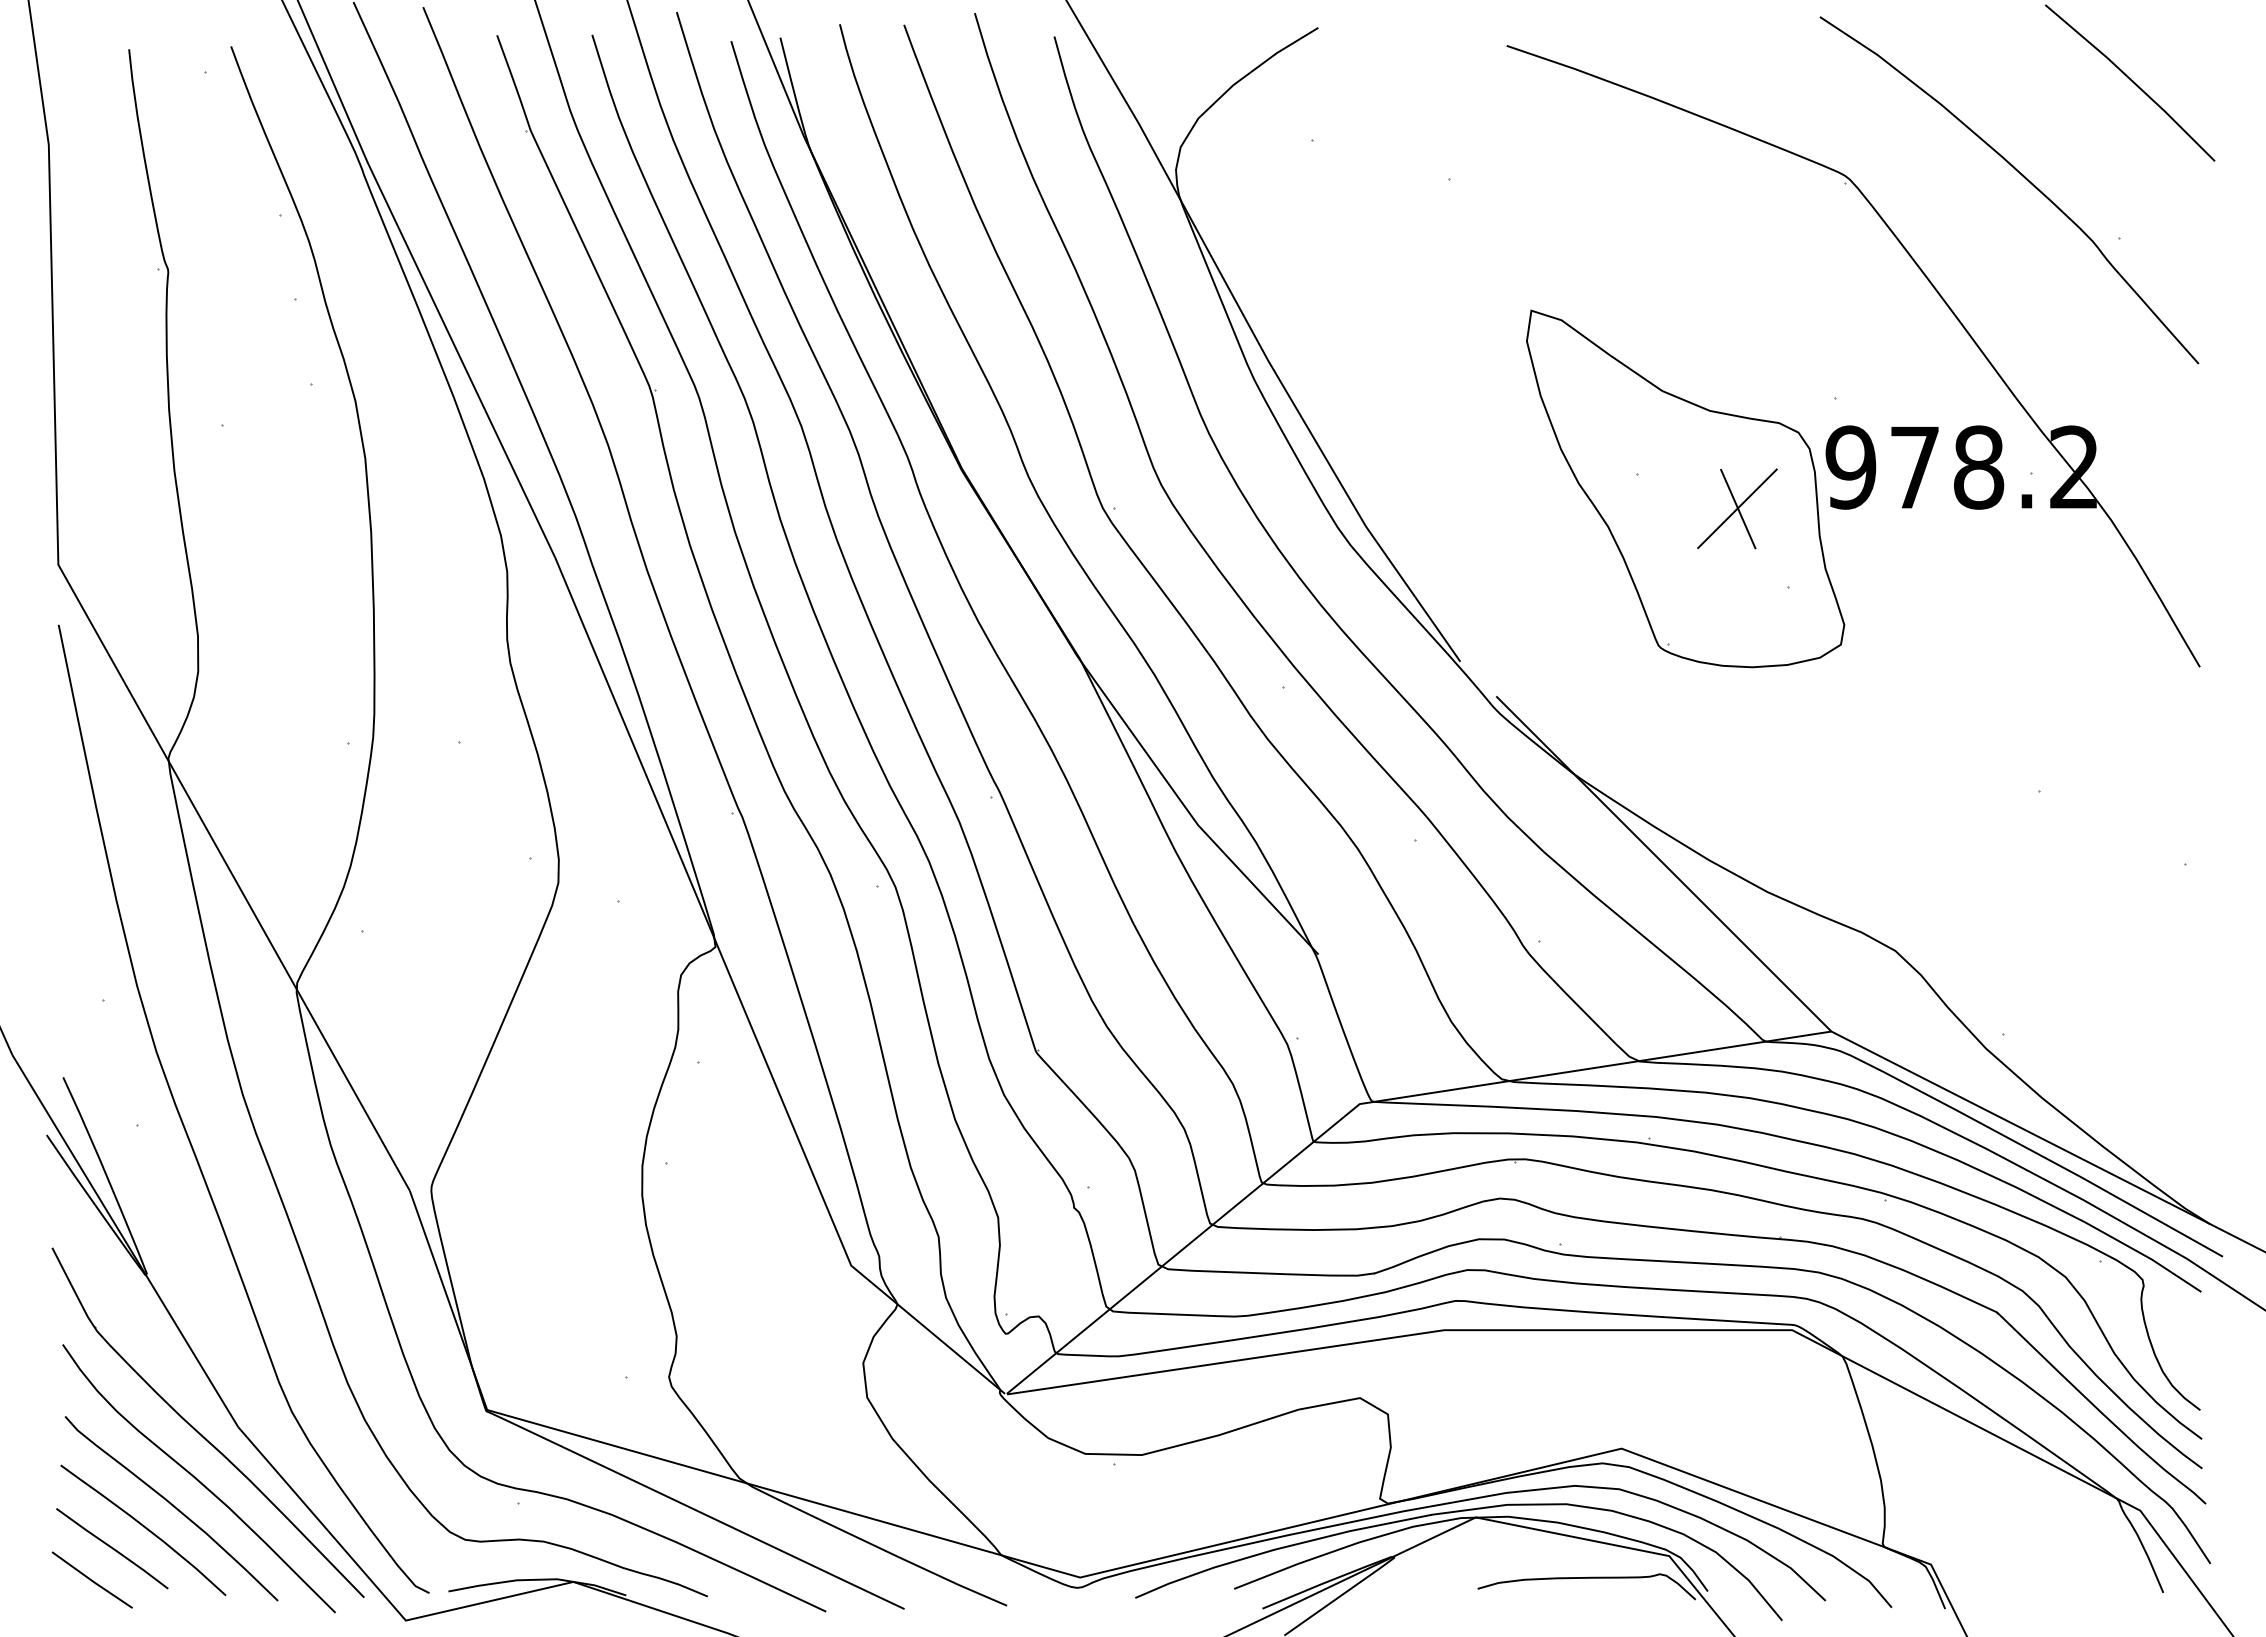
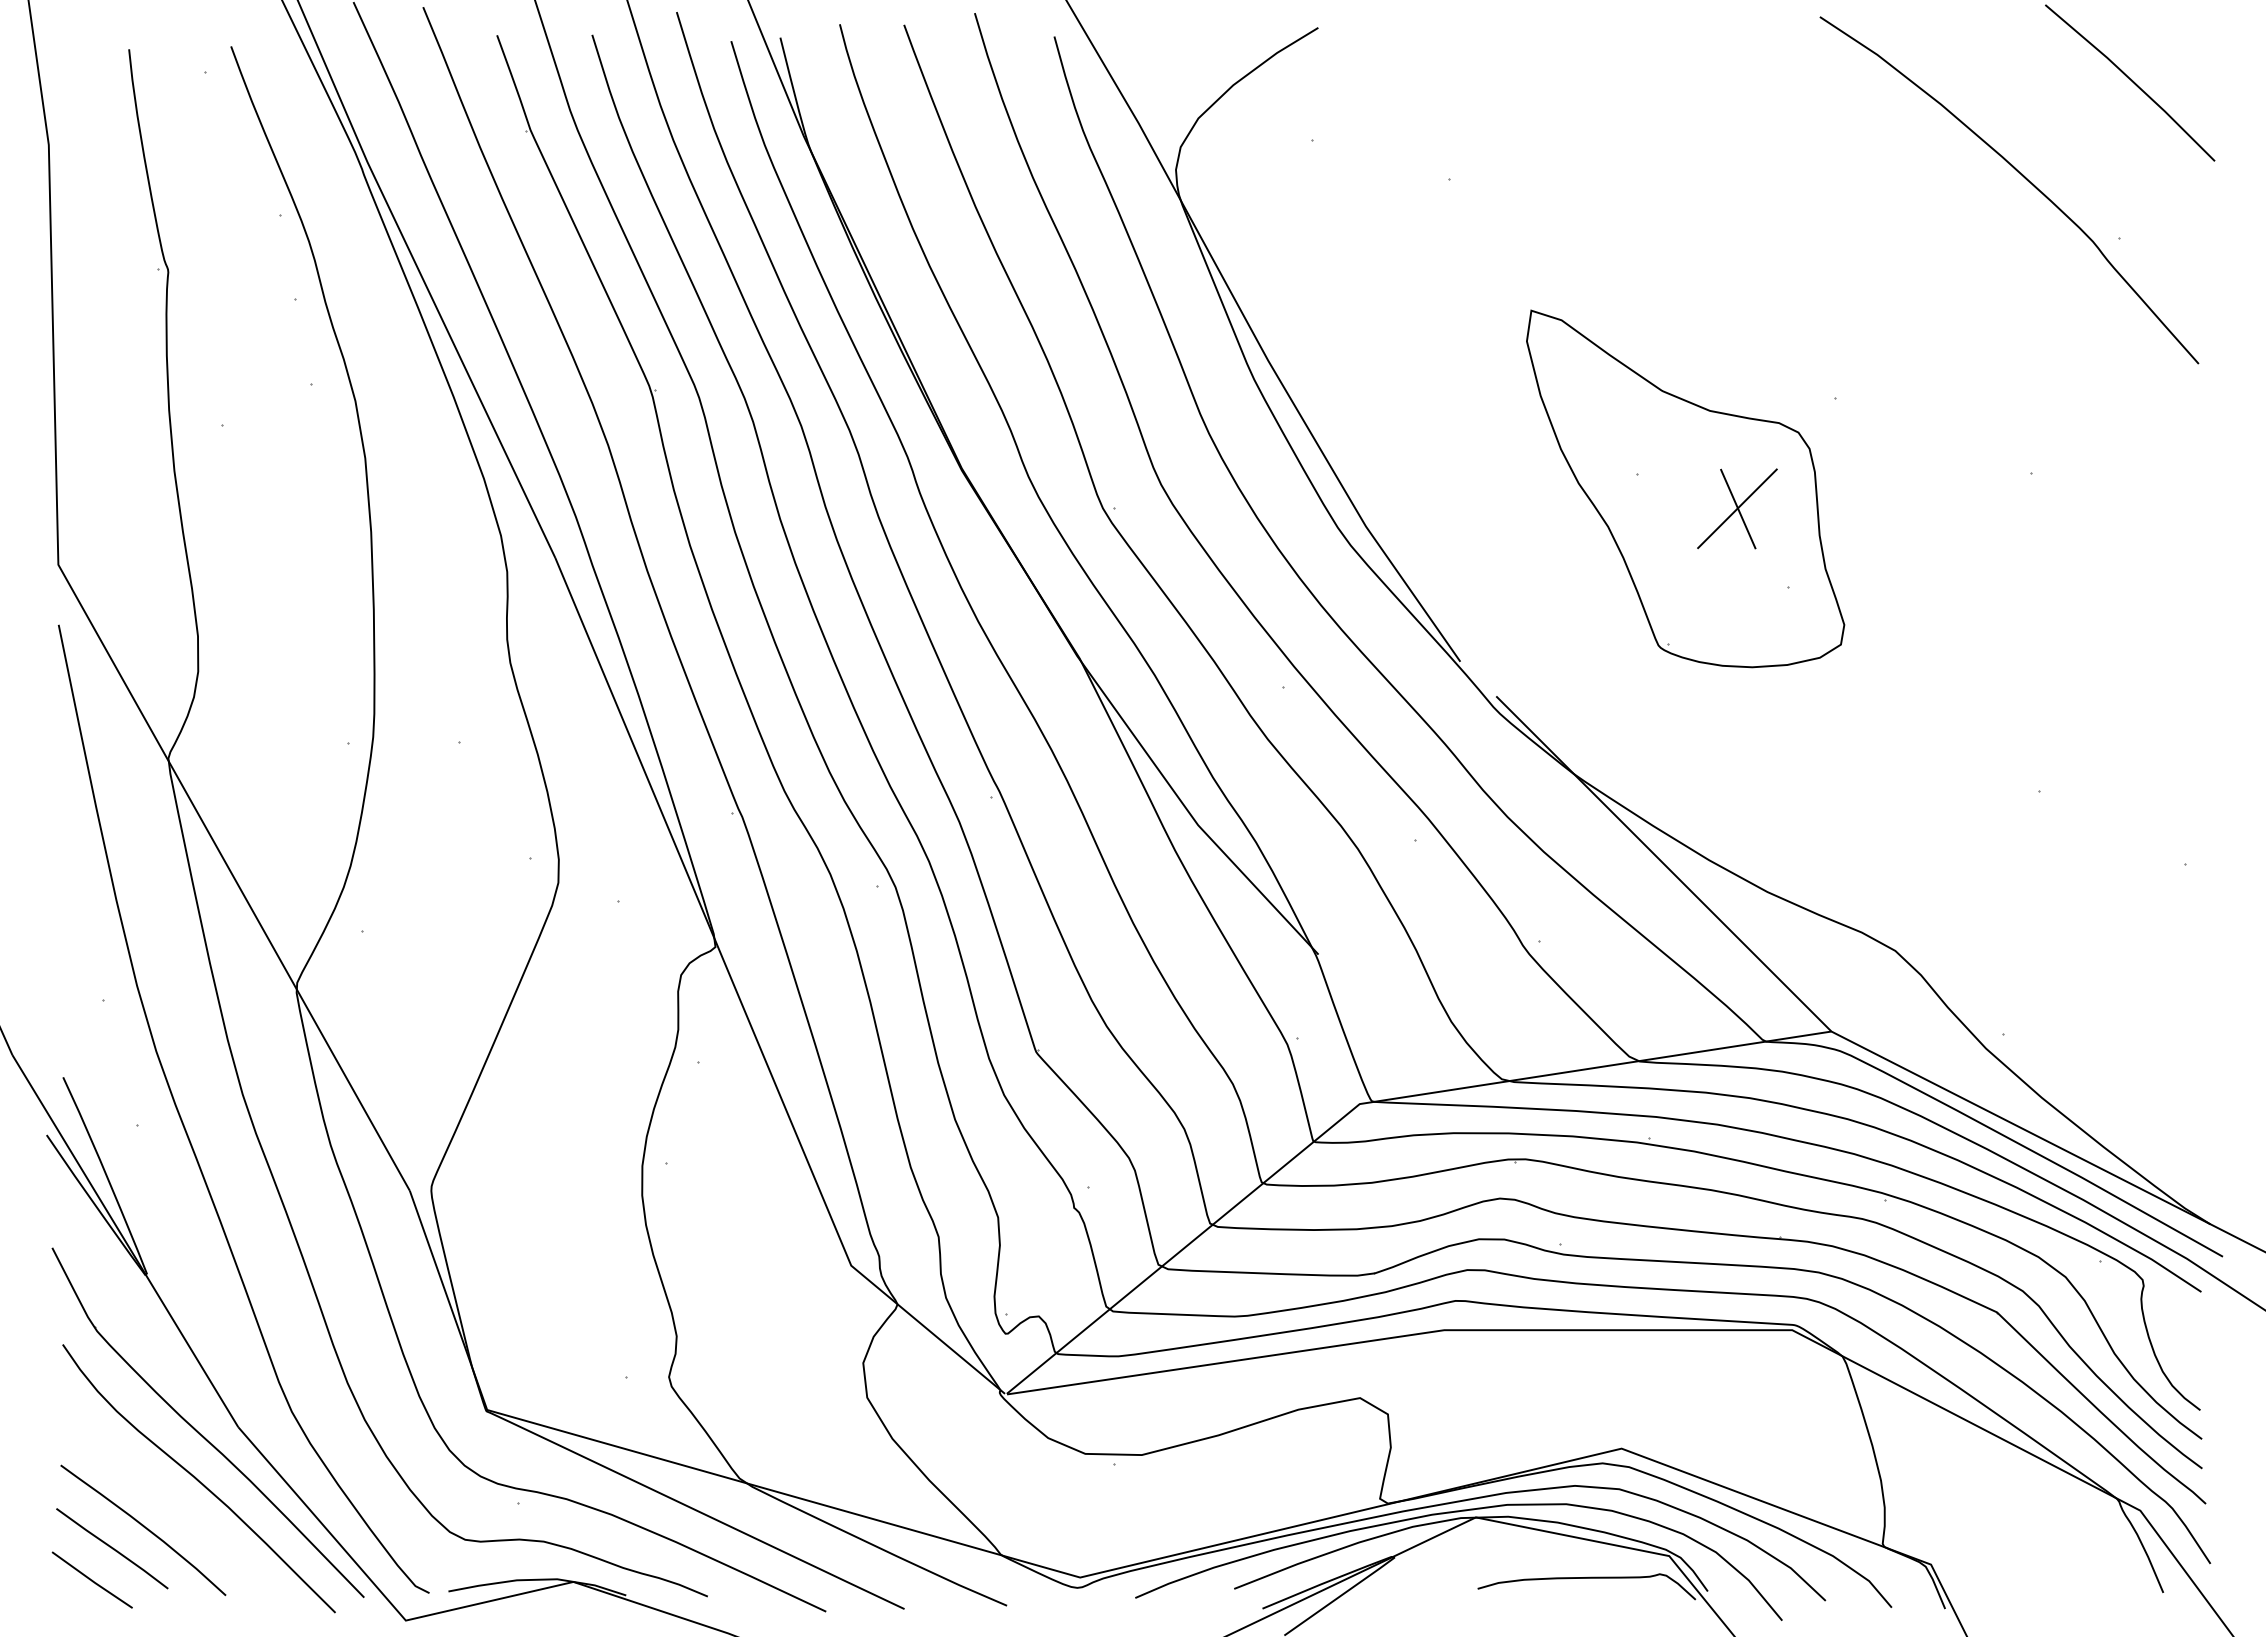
part at (1853, 425): present -> none
curve at (172, 1506): present -> none
